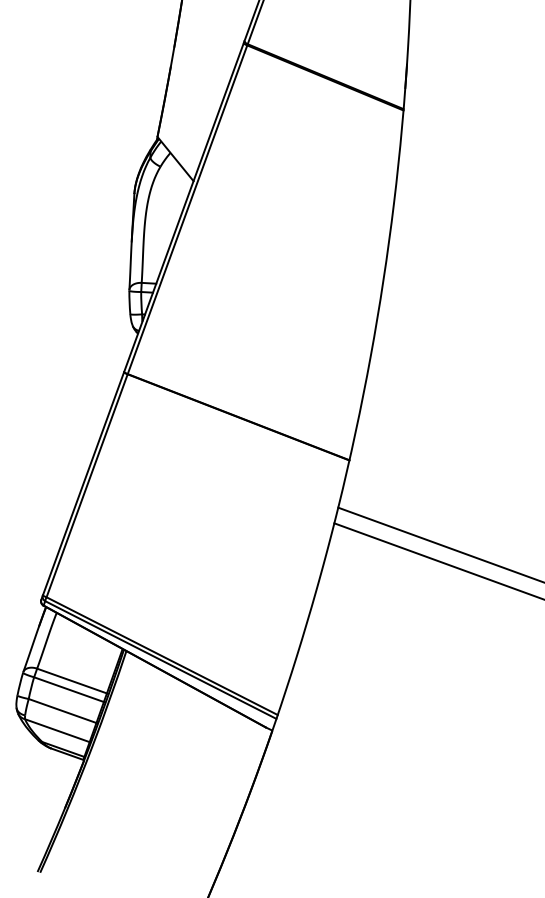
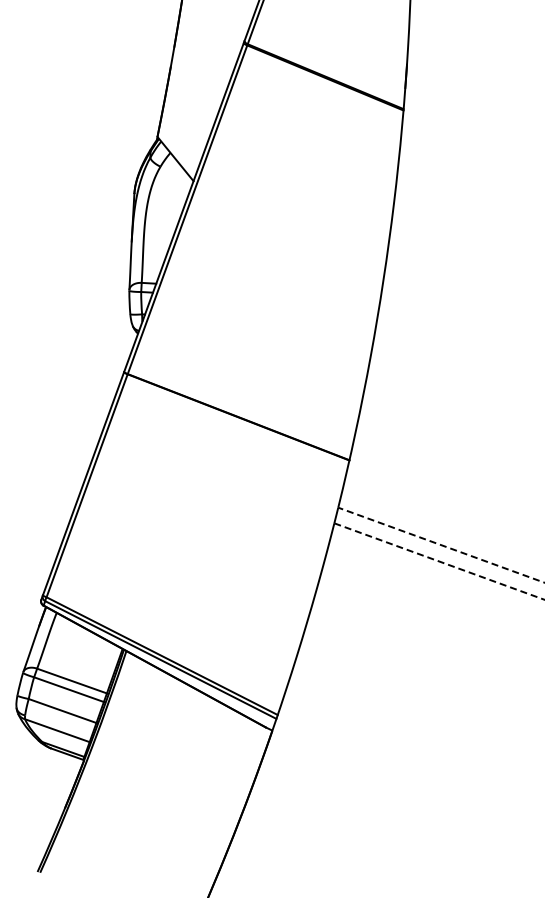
line at (441, 545): solid -> dashed
line at (439, 561): solid -> dashed
